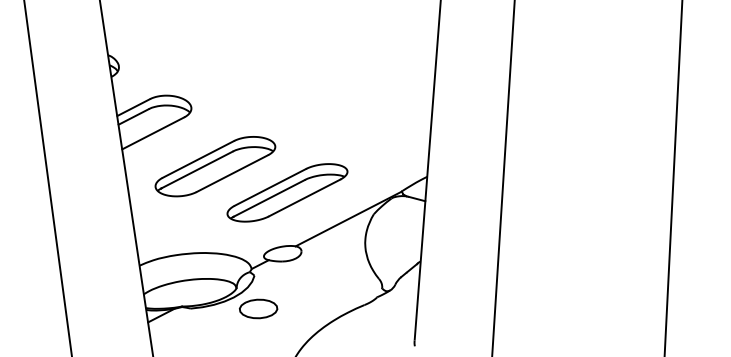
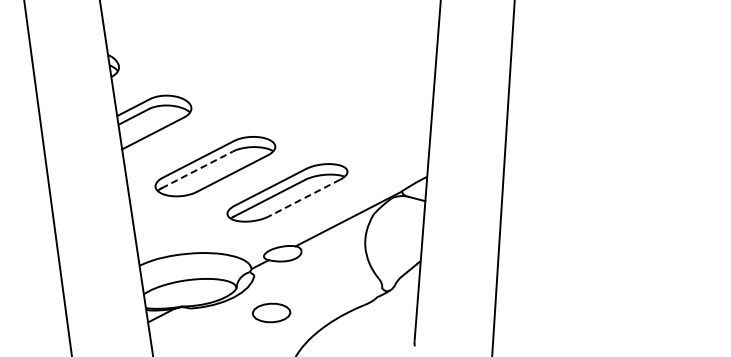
line at (197, 169): solid -> dashed
line at (673, 177): present -> none
line at (304, 198): solid -> dashed
part at (258, 308) position: (258, 308) -> (271, 312)
